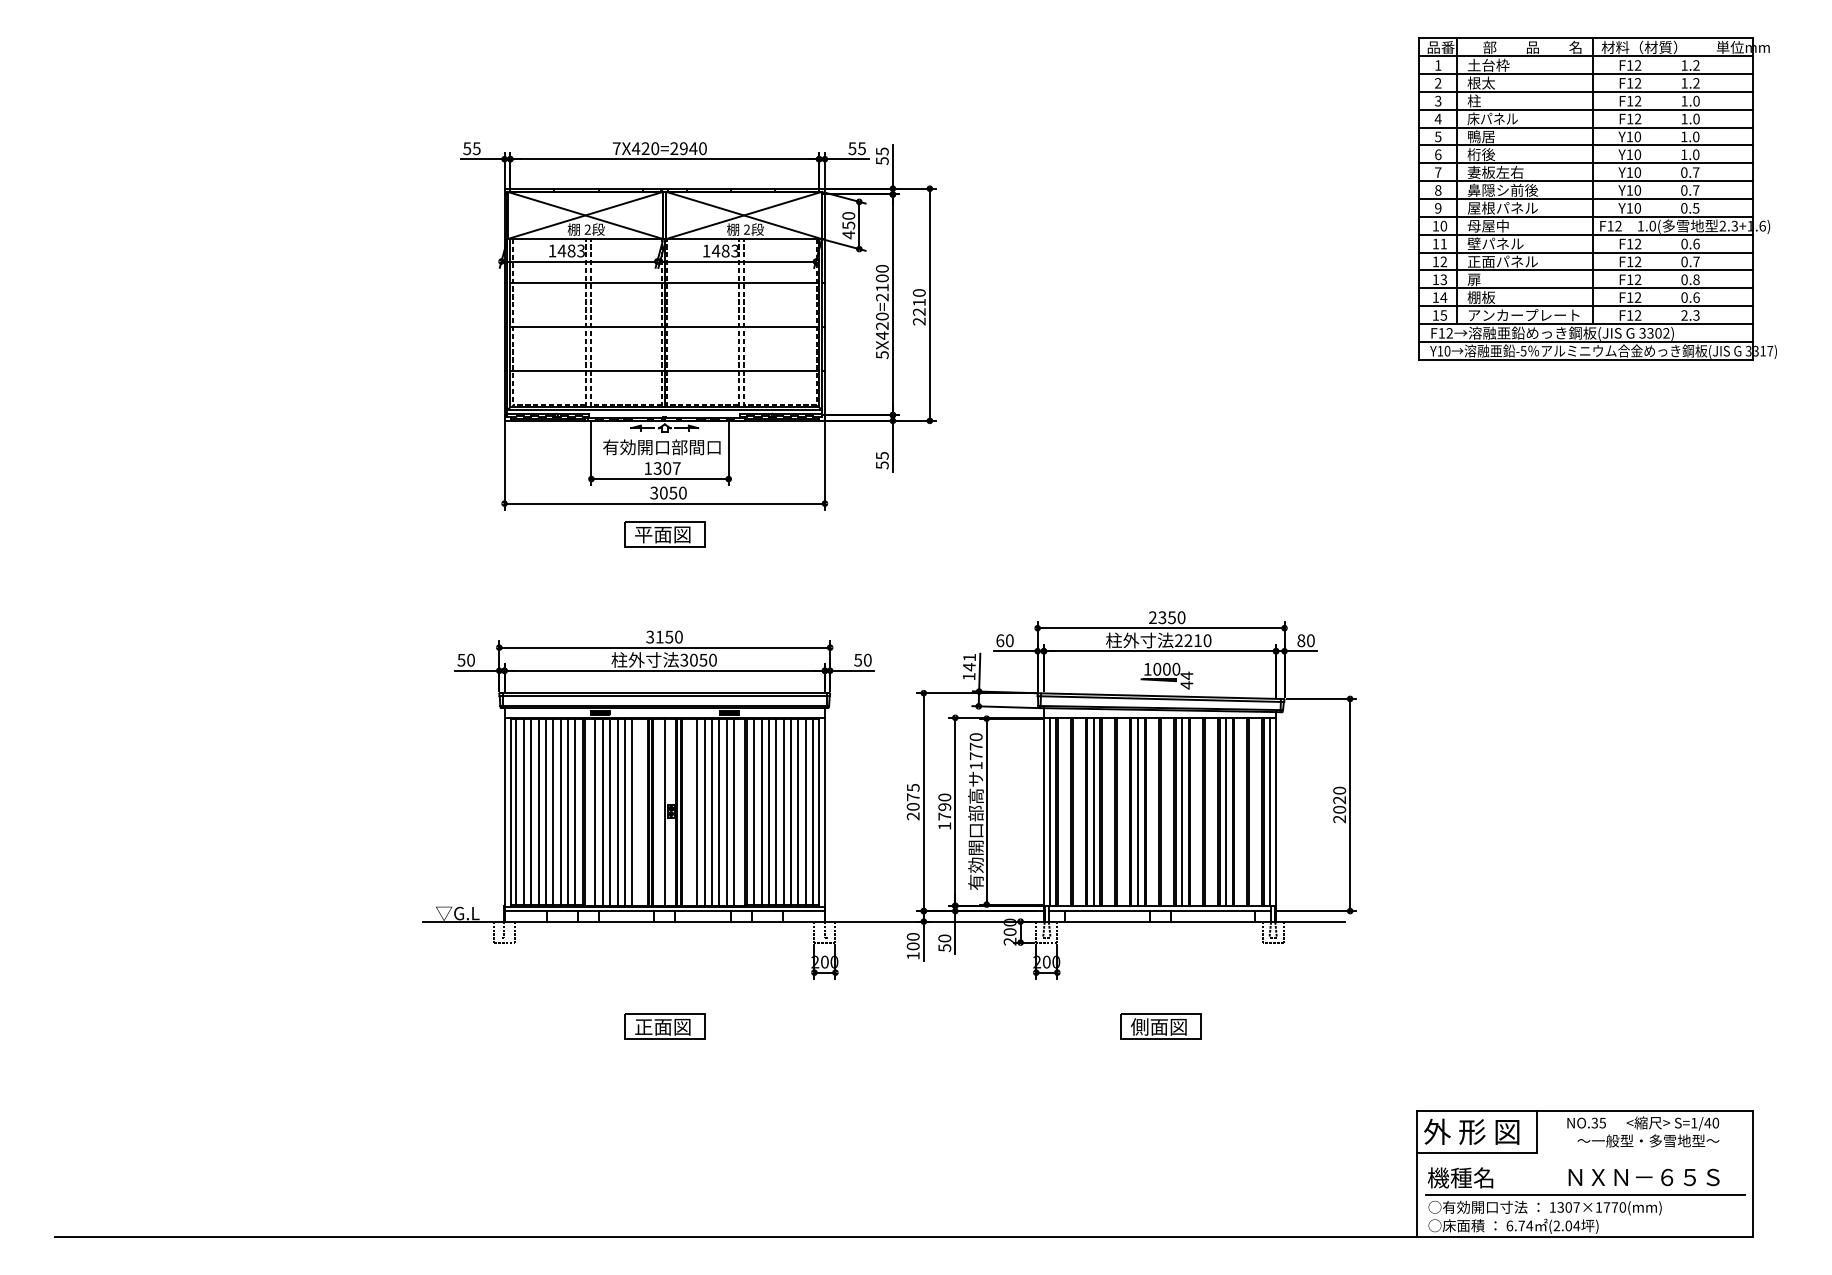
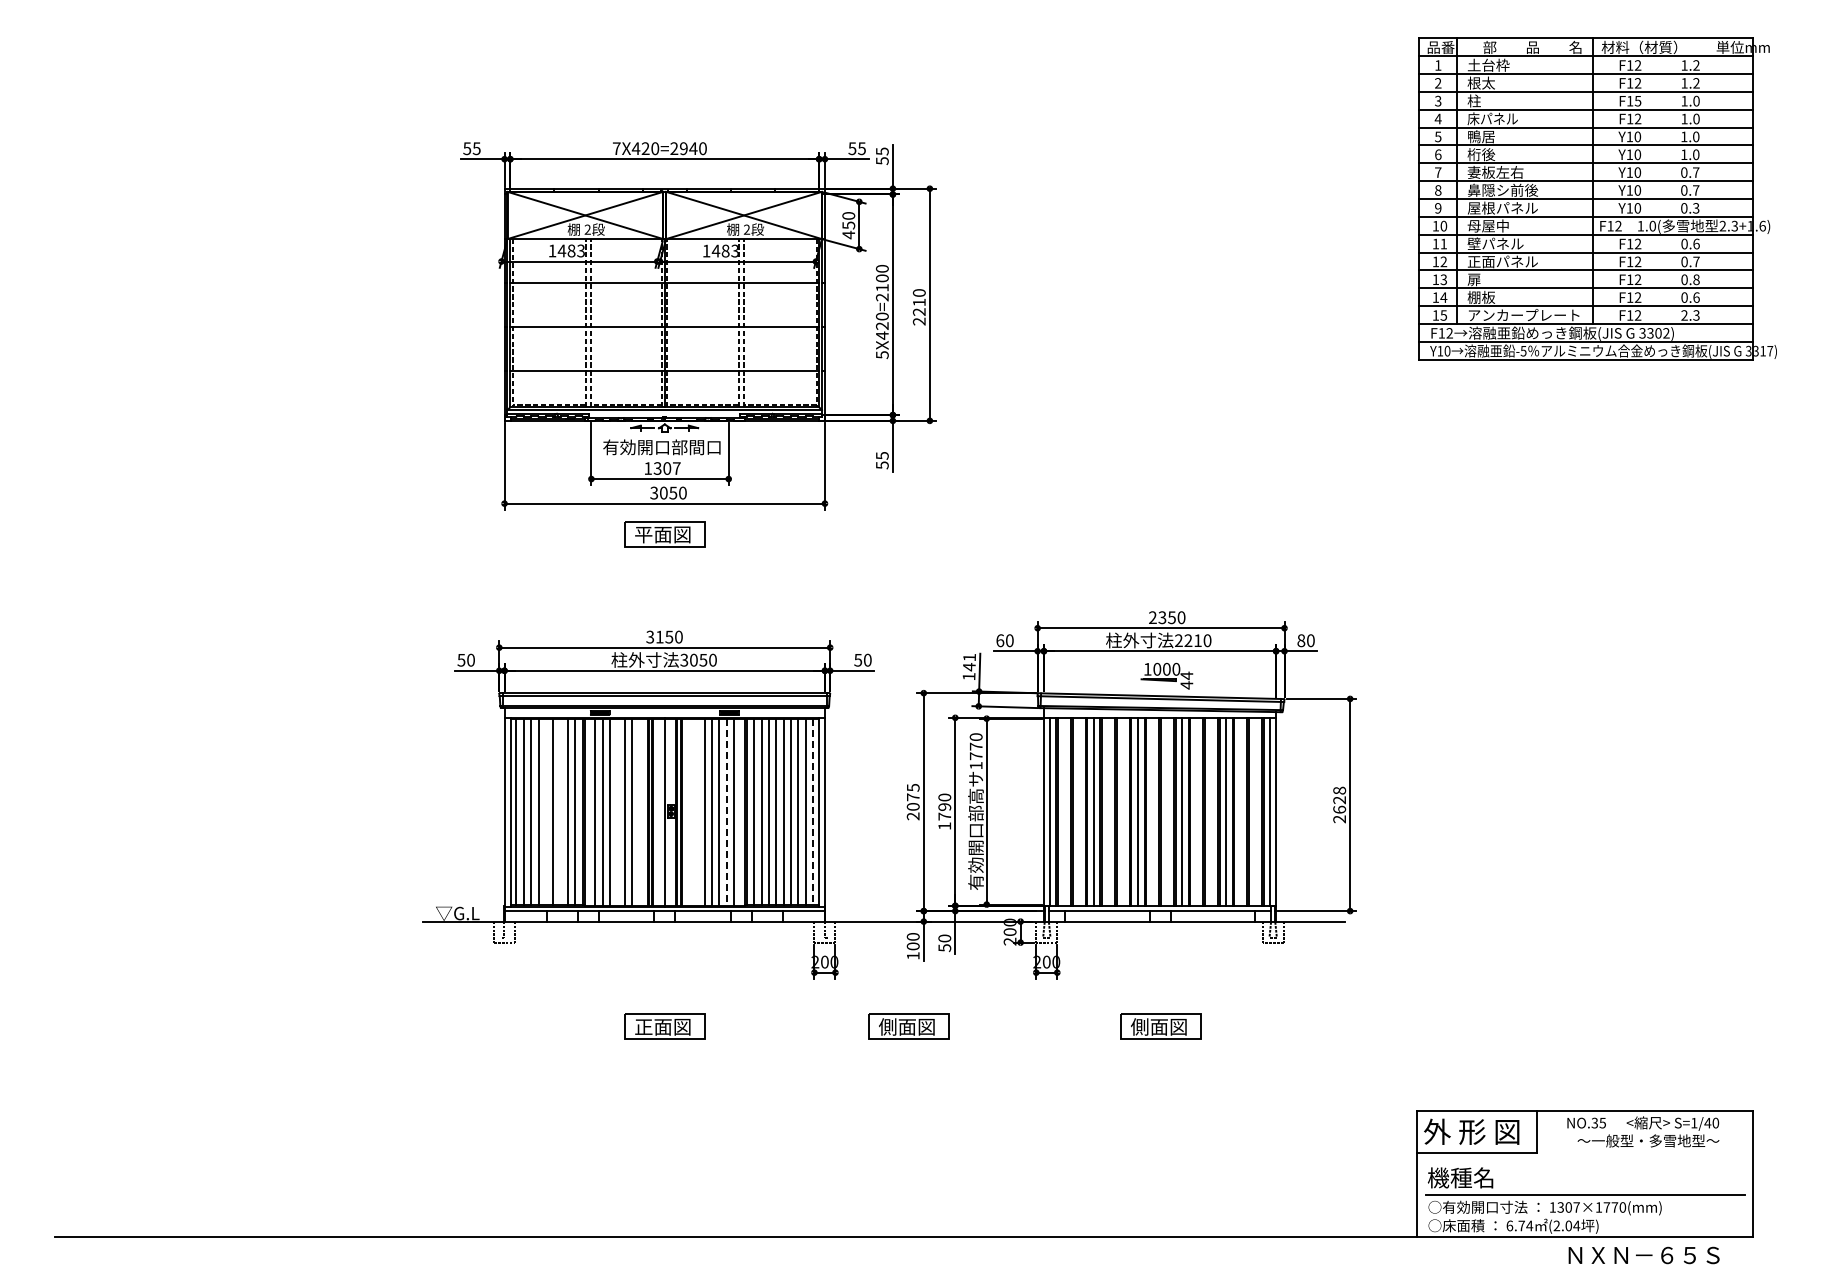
text at (1637, 100): F12 -> F15
text at (1696, 207): 0.5 -> 0.3
text at (1339, 799): 2020 -> 2628
line at (545, 811): present -> none
line at (560, 811): present -> none
line at (617, 811): present -> none
line at (697, 811): present -> none
line at (726, 812): solid -> dashed
line at (813, 812): solid -> dashed
part at (908, 1026): none -> present
text at (1643, 1177) position: (1643, 1177) -> (1643, 1255)
